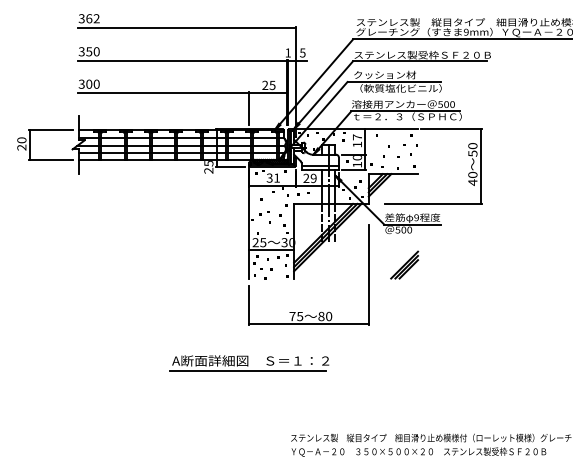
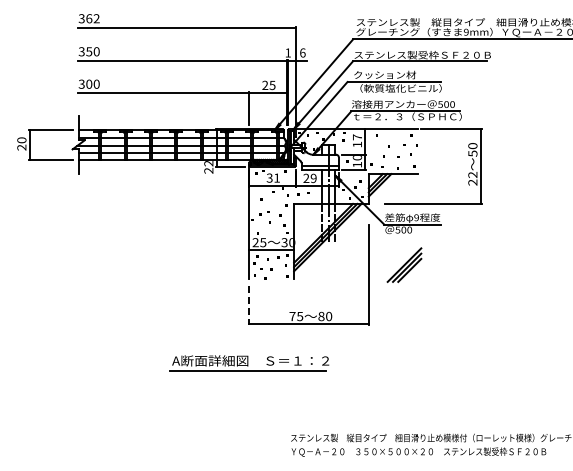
text at (302, 52): 5 -> 6
text at (208, 163): 25 -> 22
text at (472, 178): 40 -> 22
part at (404, 264) size: 30x30 px -> 37x36 px
line at (249, 305): solid -> dashed
